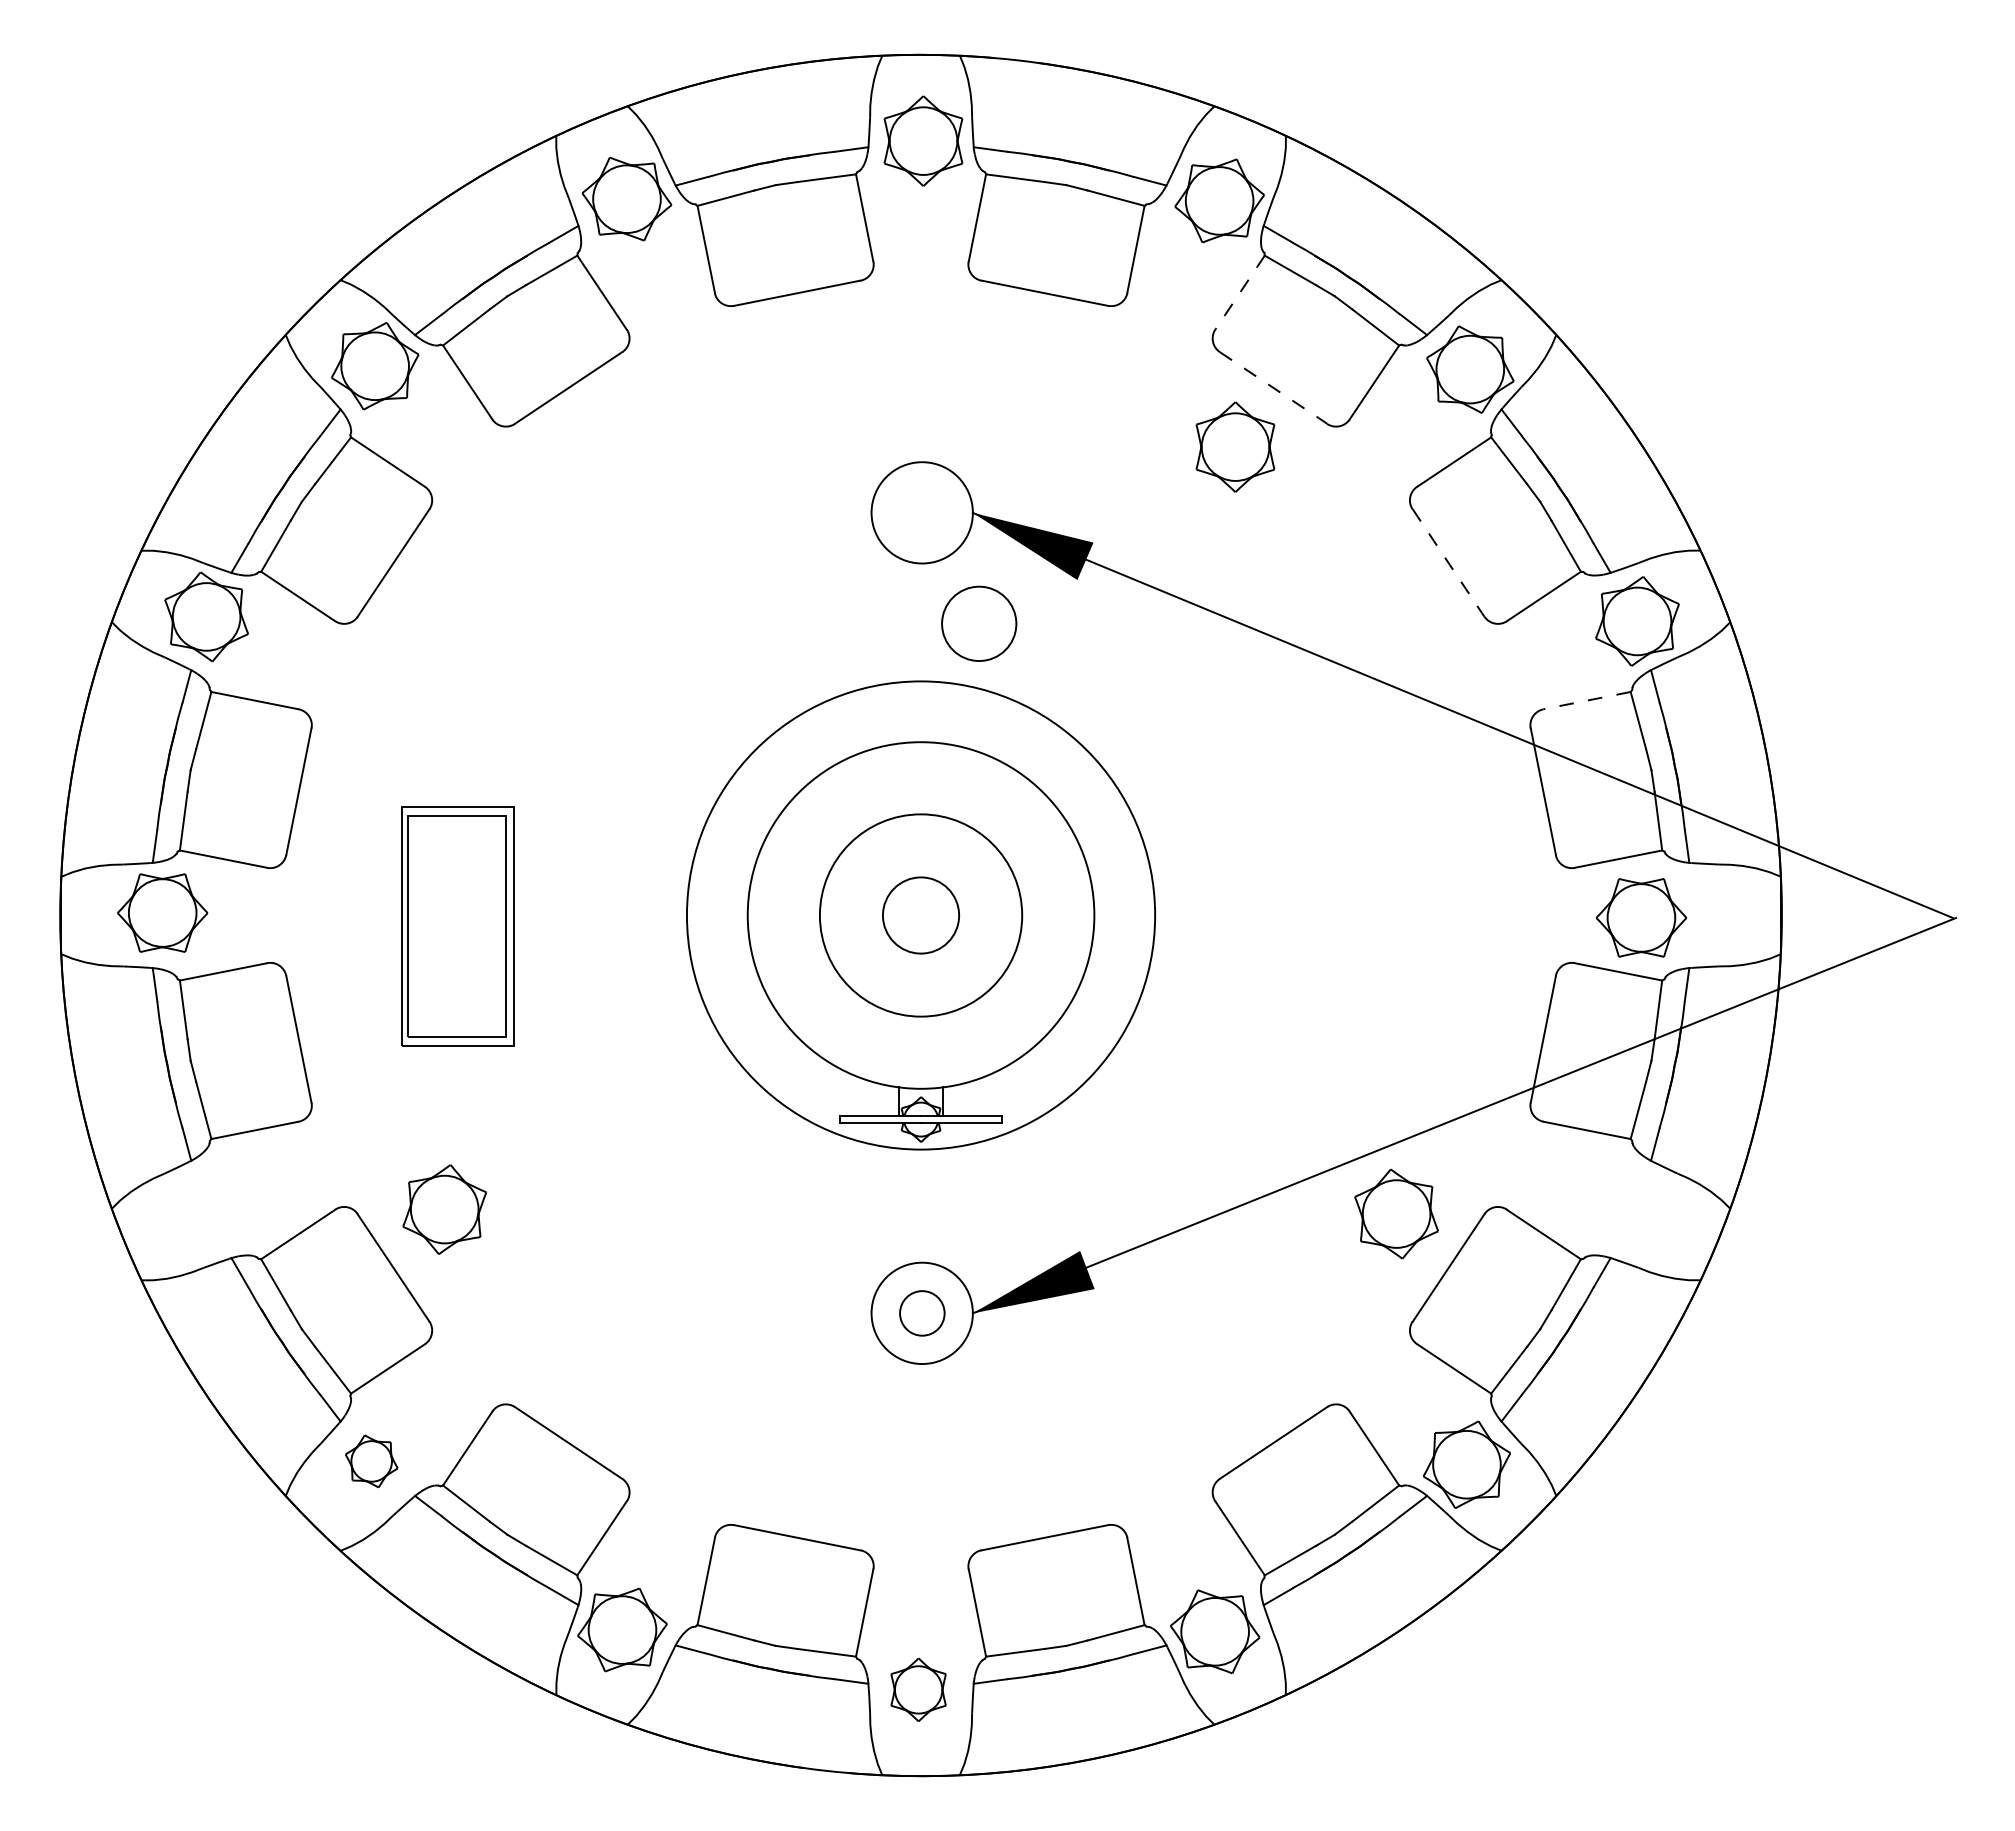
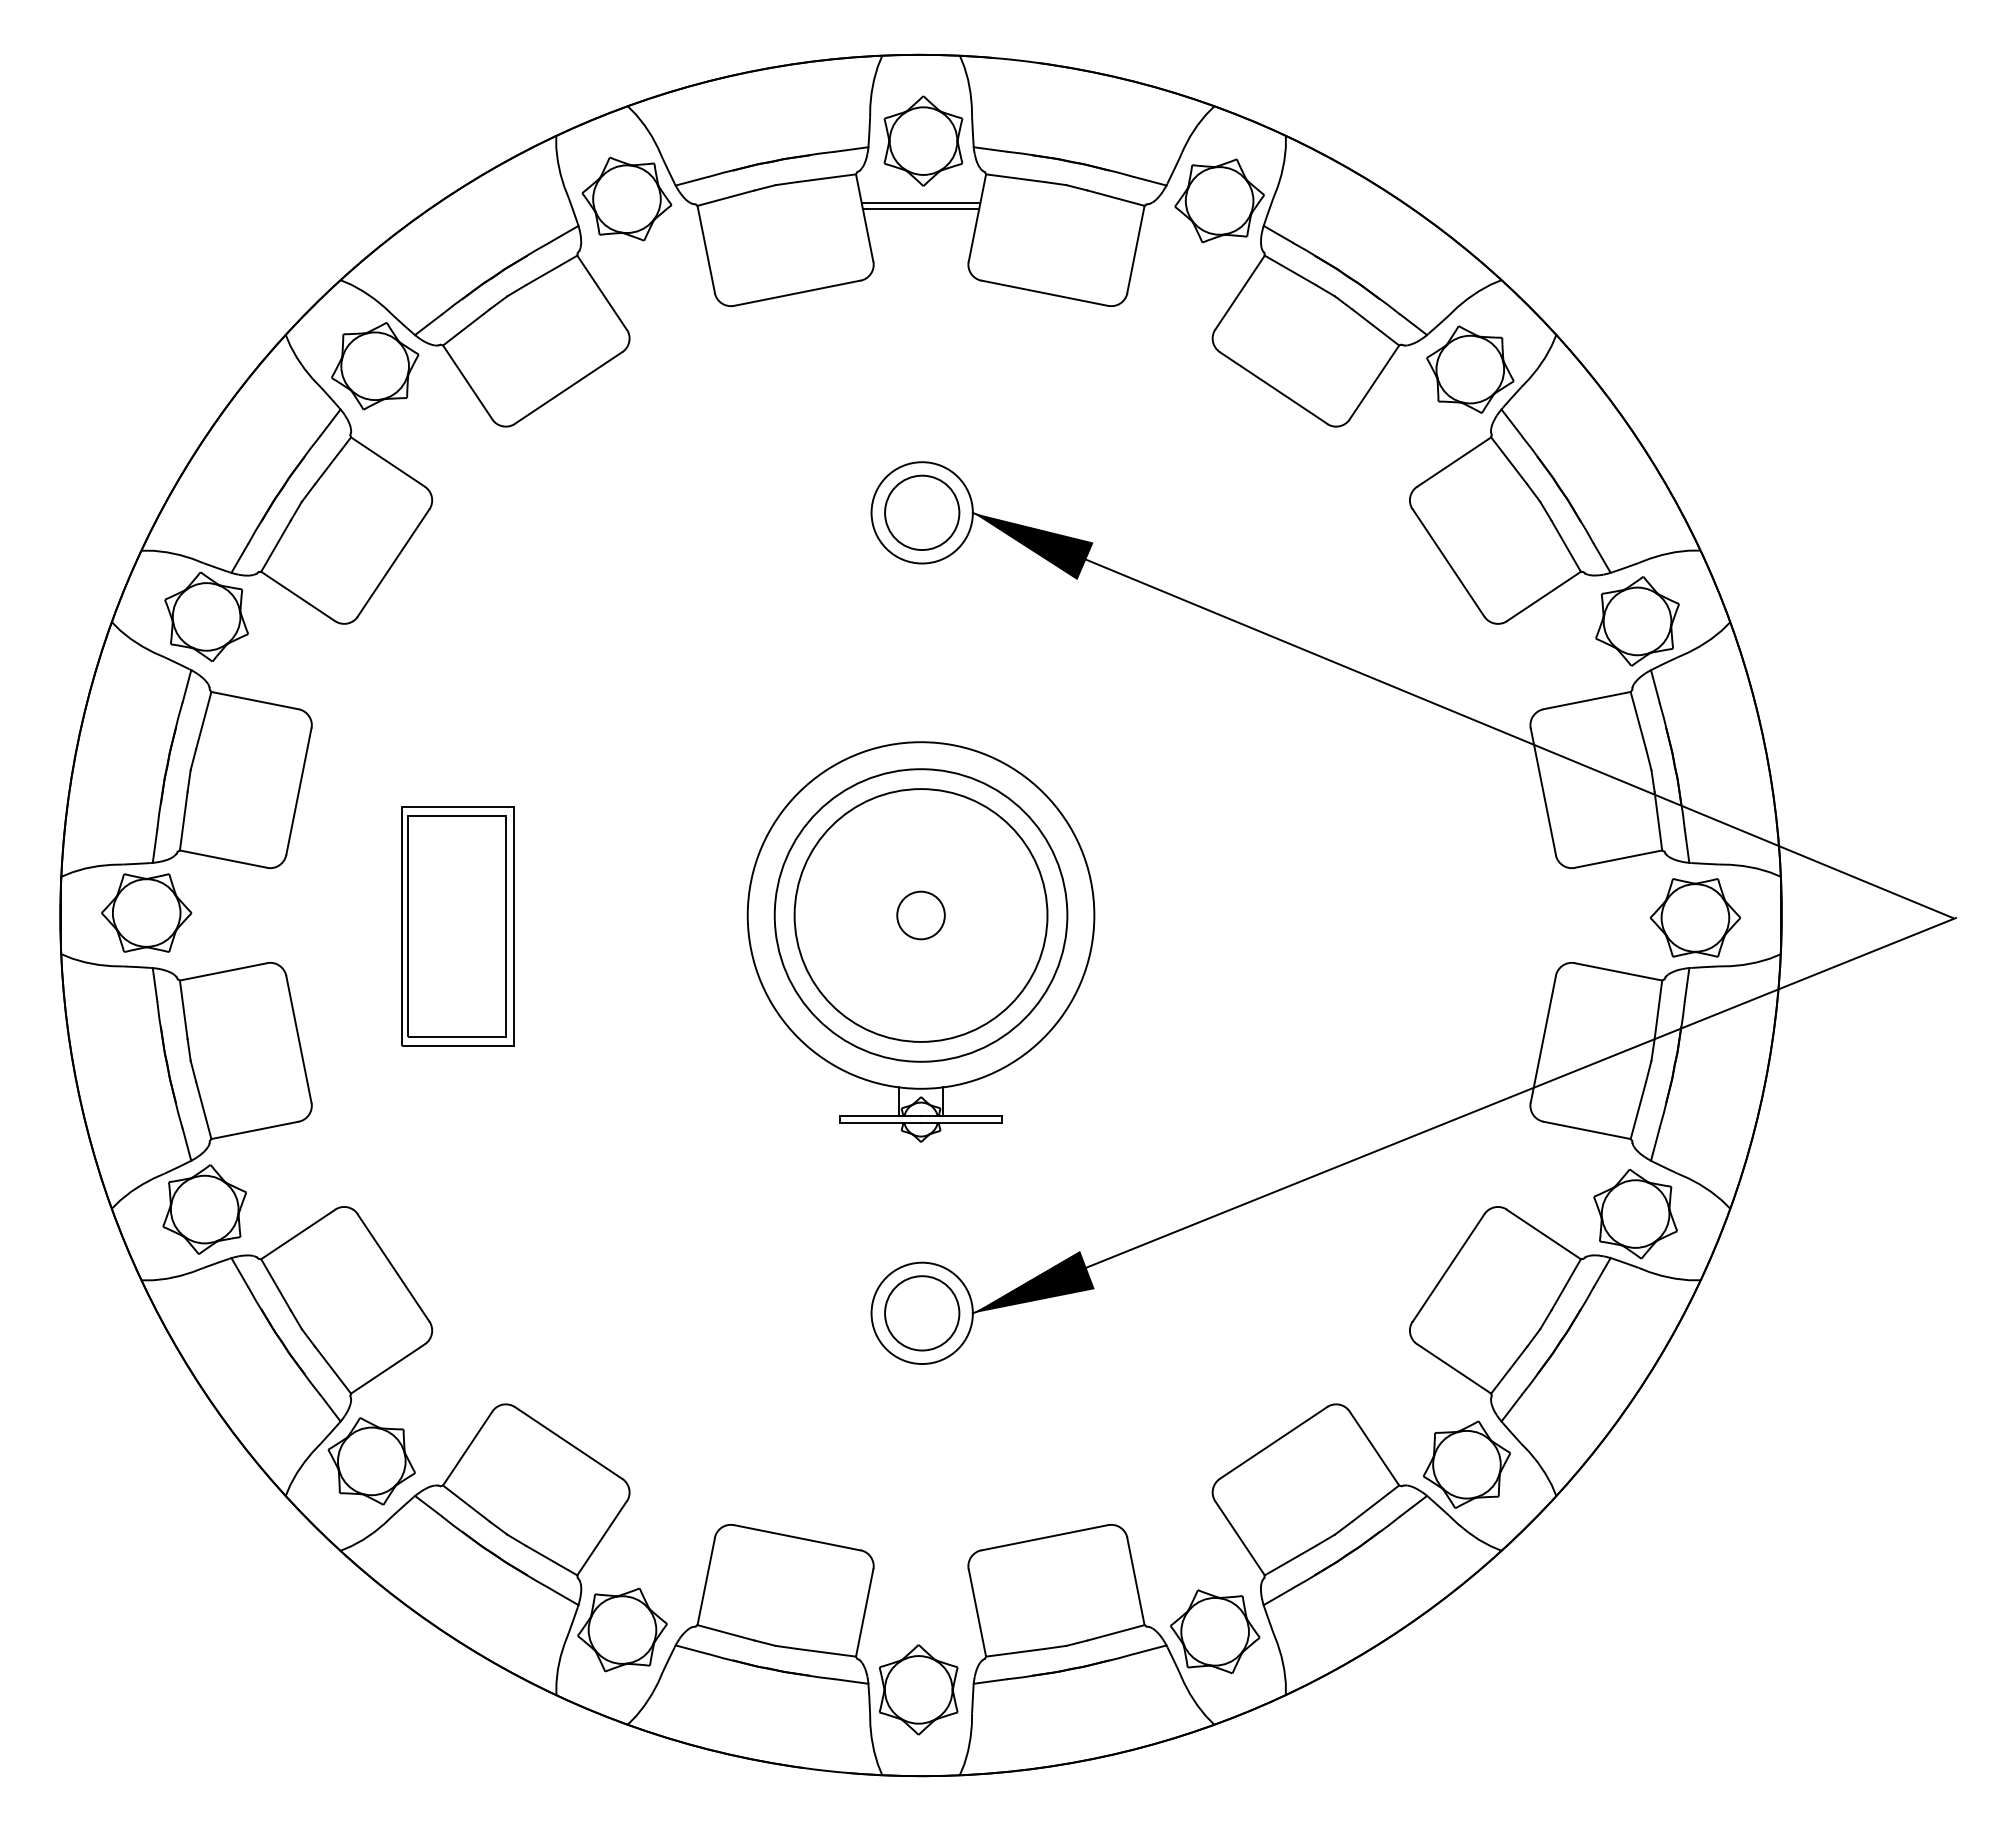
line at (920, 203): none -> present
line at (921, 209): none -> present
line at (1239, 293): dashed -> solid
line at (1273, 388): dashed -> solid
part at (1235, 446): present -> none
line at (1448, 563): dashed -> solid
circle at (979, 623) position: (979, 623) -> (922, 512)
line at (1586, 700): dashed -> solid
part at (162, 912) position: (162, 912) -> (146, 912)
circle at (920, 915) diameter: 202 px -> 253 px
circle at (920, 915) diameter: 468 px -> 293 px
circle at (920, 915) diameter: 76 px -> 48 px
part at (1641, 917) position: (1641, 917) -> (1695, 917)
part at (444, 1209) position: (444, 1209) -> (204, 1209)
part at (1396, 1213) position: (1396, 1213) -> (1635, 1213)
circle at (922, 1313) size: 47x47 px -> 77x77 px
part at (371, 1461) size: 54x55 px -> 89x89 px
part at (918, 1689) size: 57x64 px -> 81x92 px
